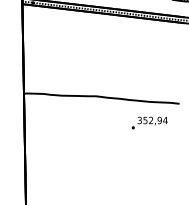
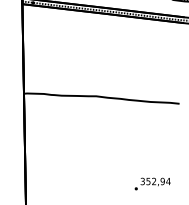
text at (149, 122) position: (149, 122) -> (152, 183)
